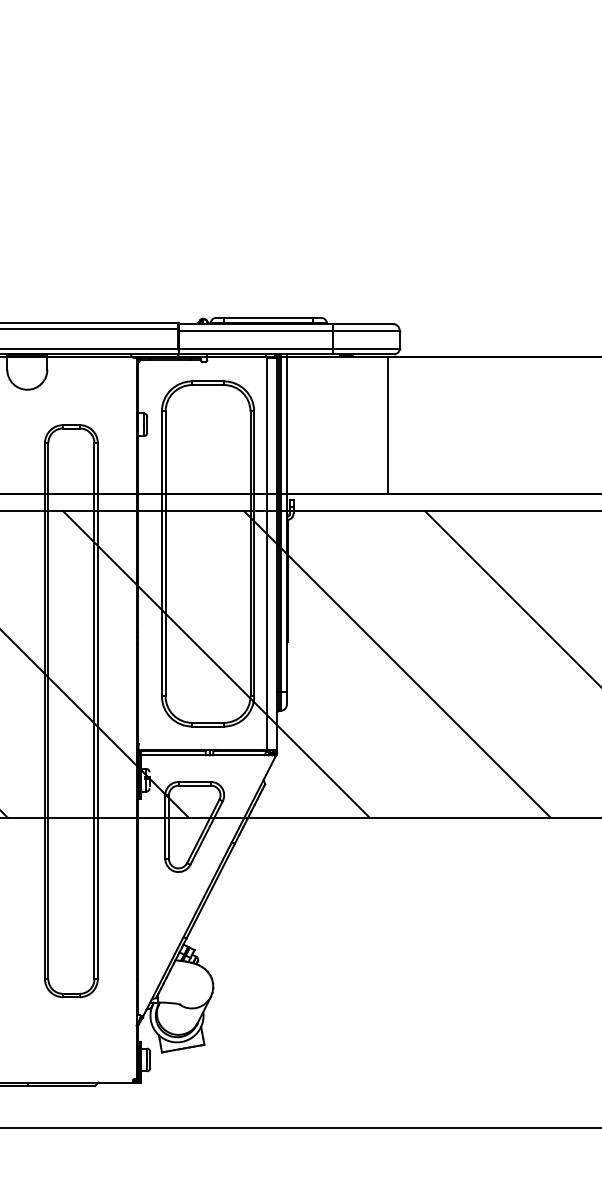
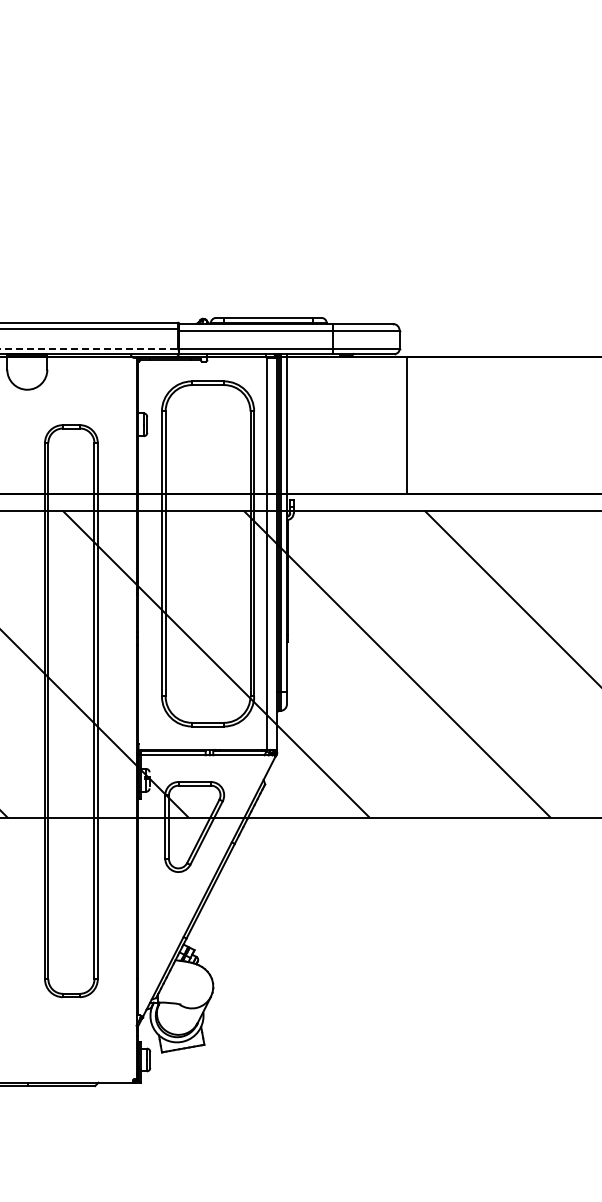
line at (89, 349): solid -> dashed
line at (387, 425) position: (387, 425) -> (406, 425)
line at (300, 1128): present -> none
